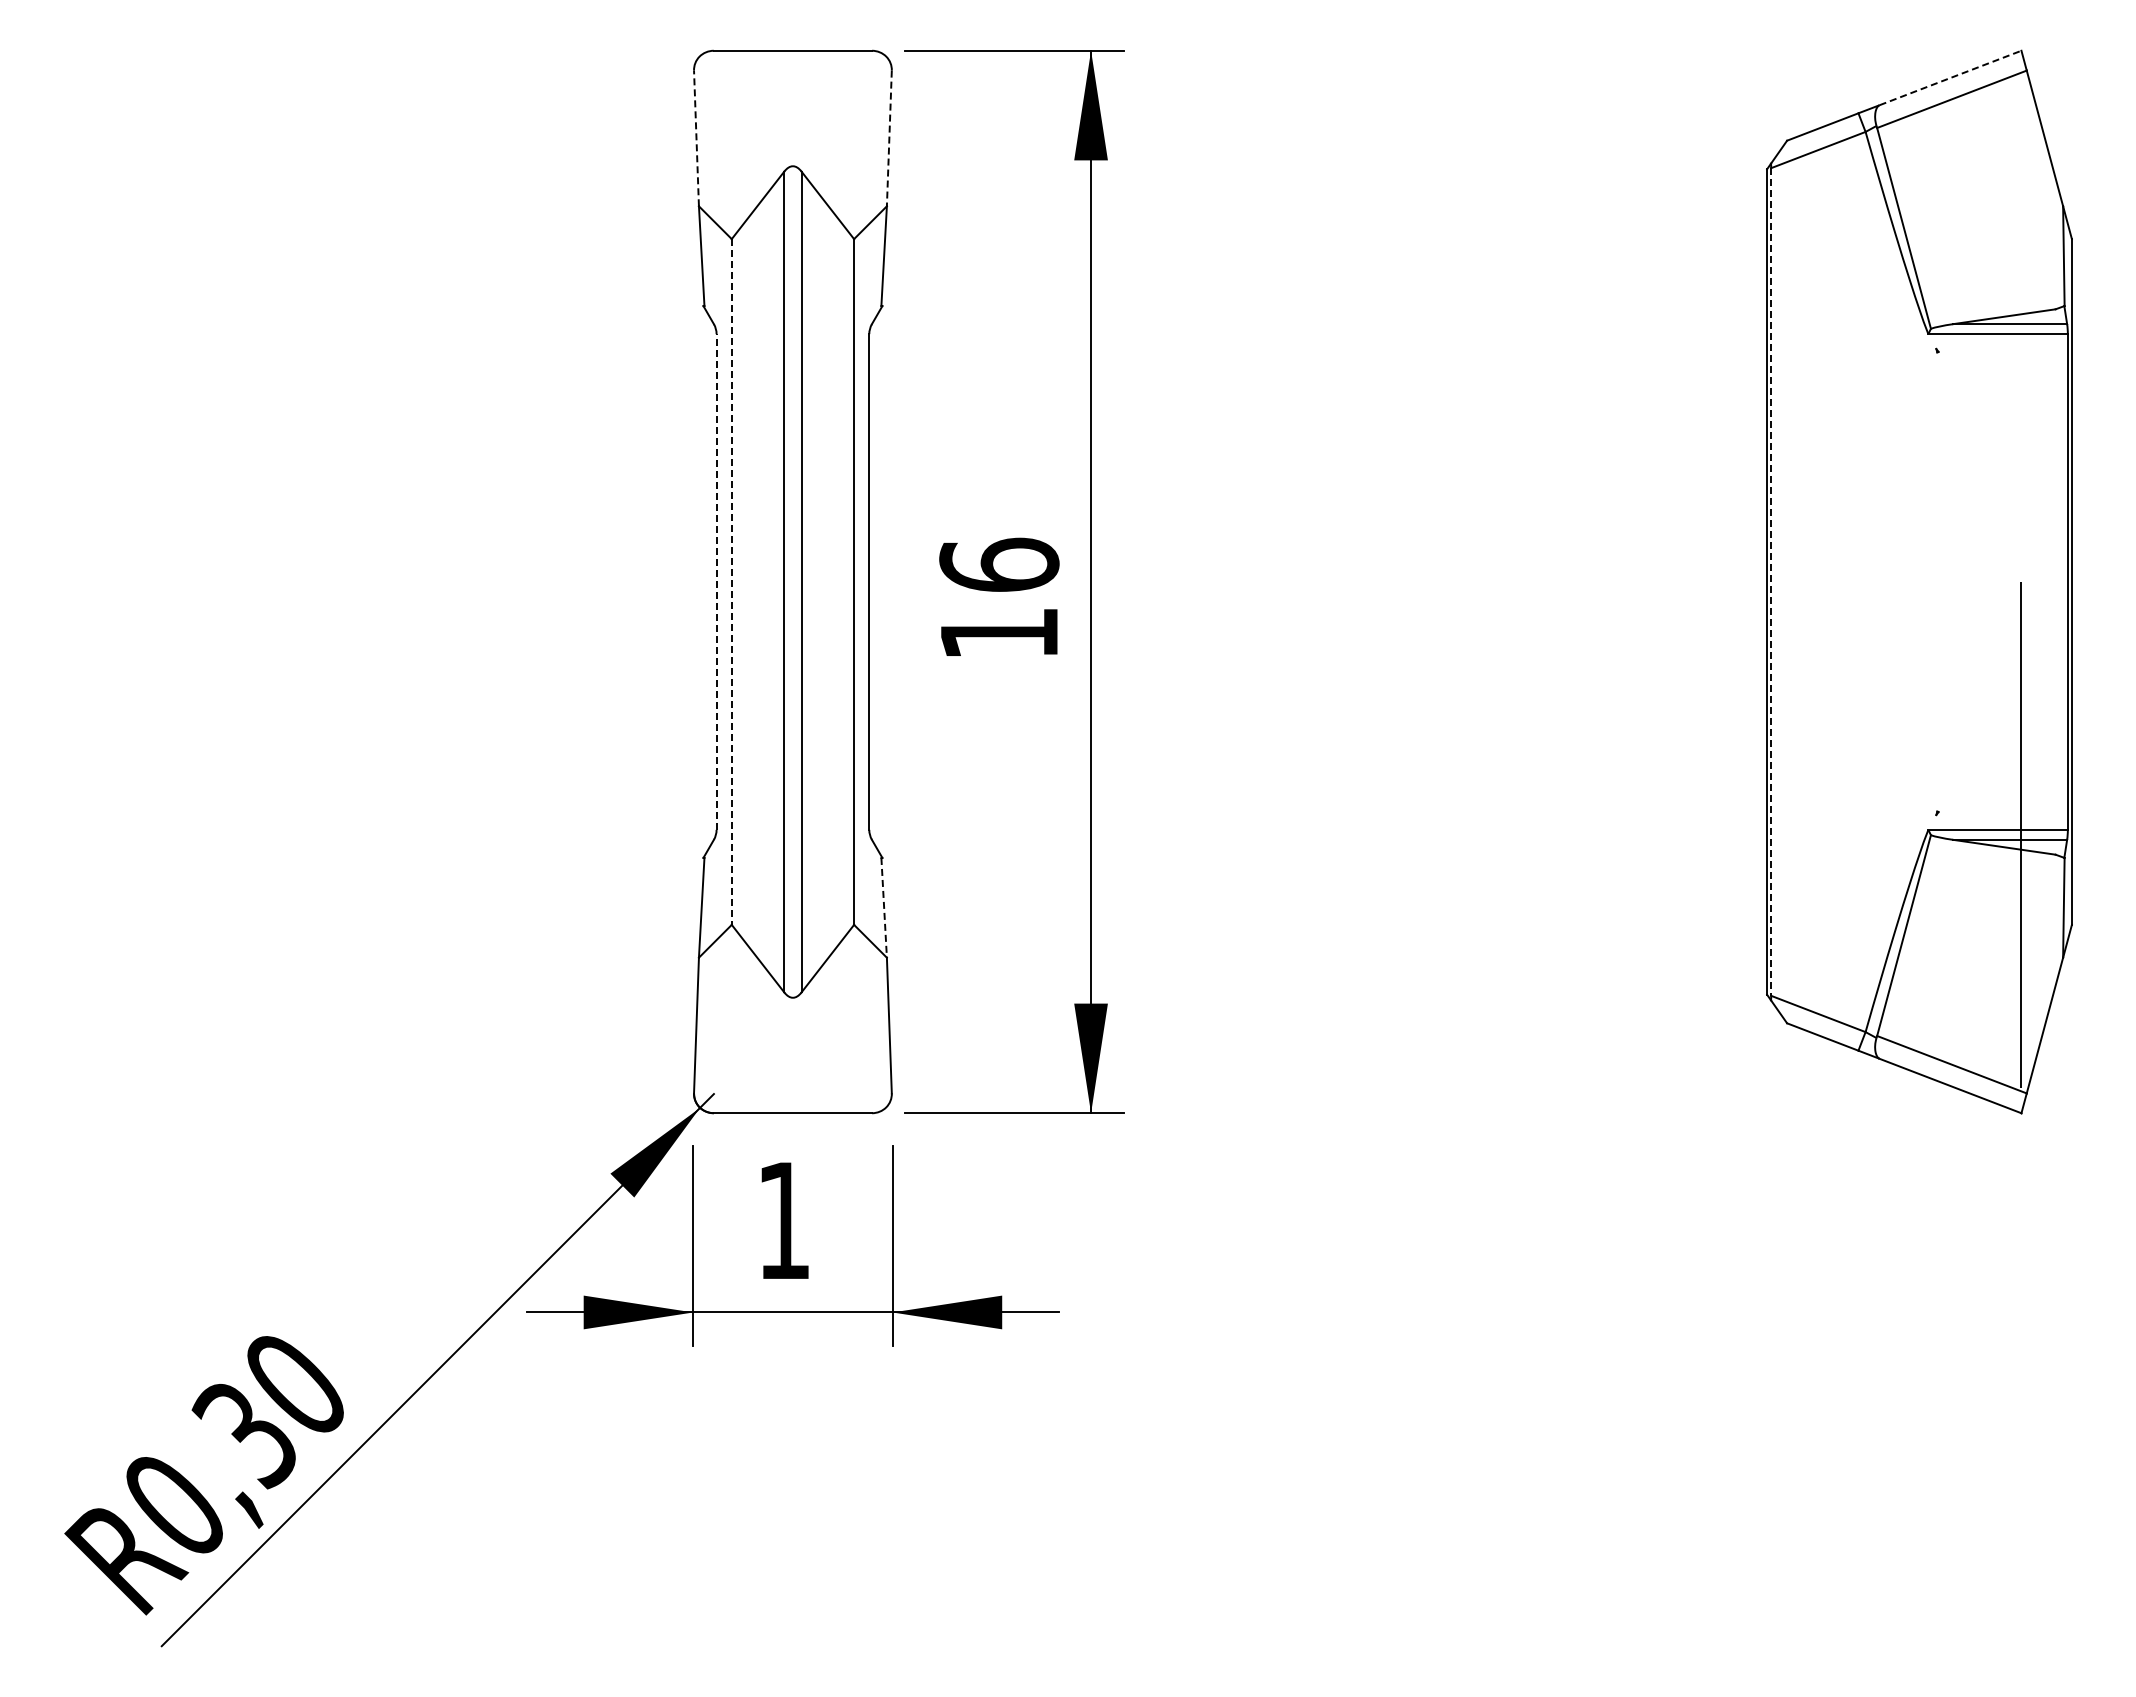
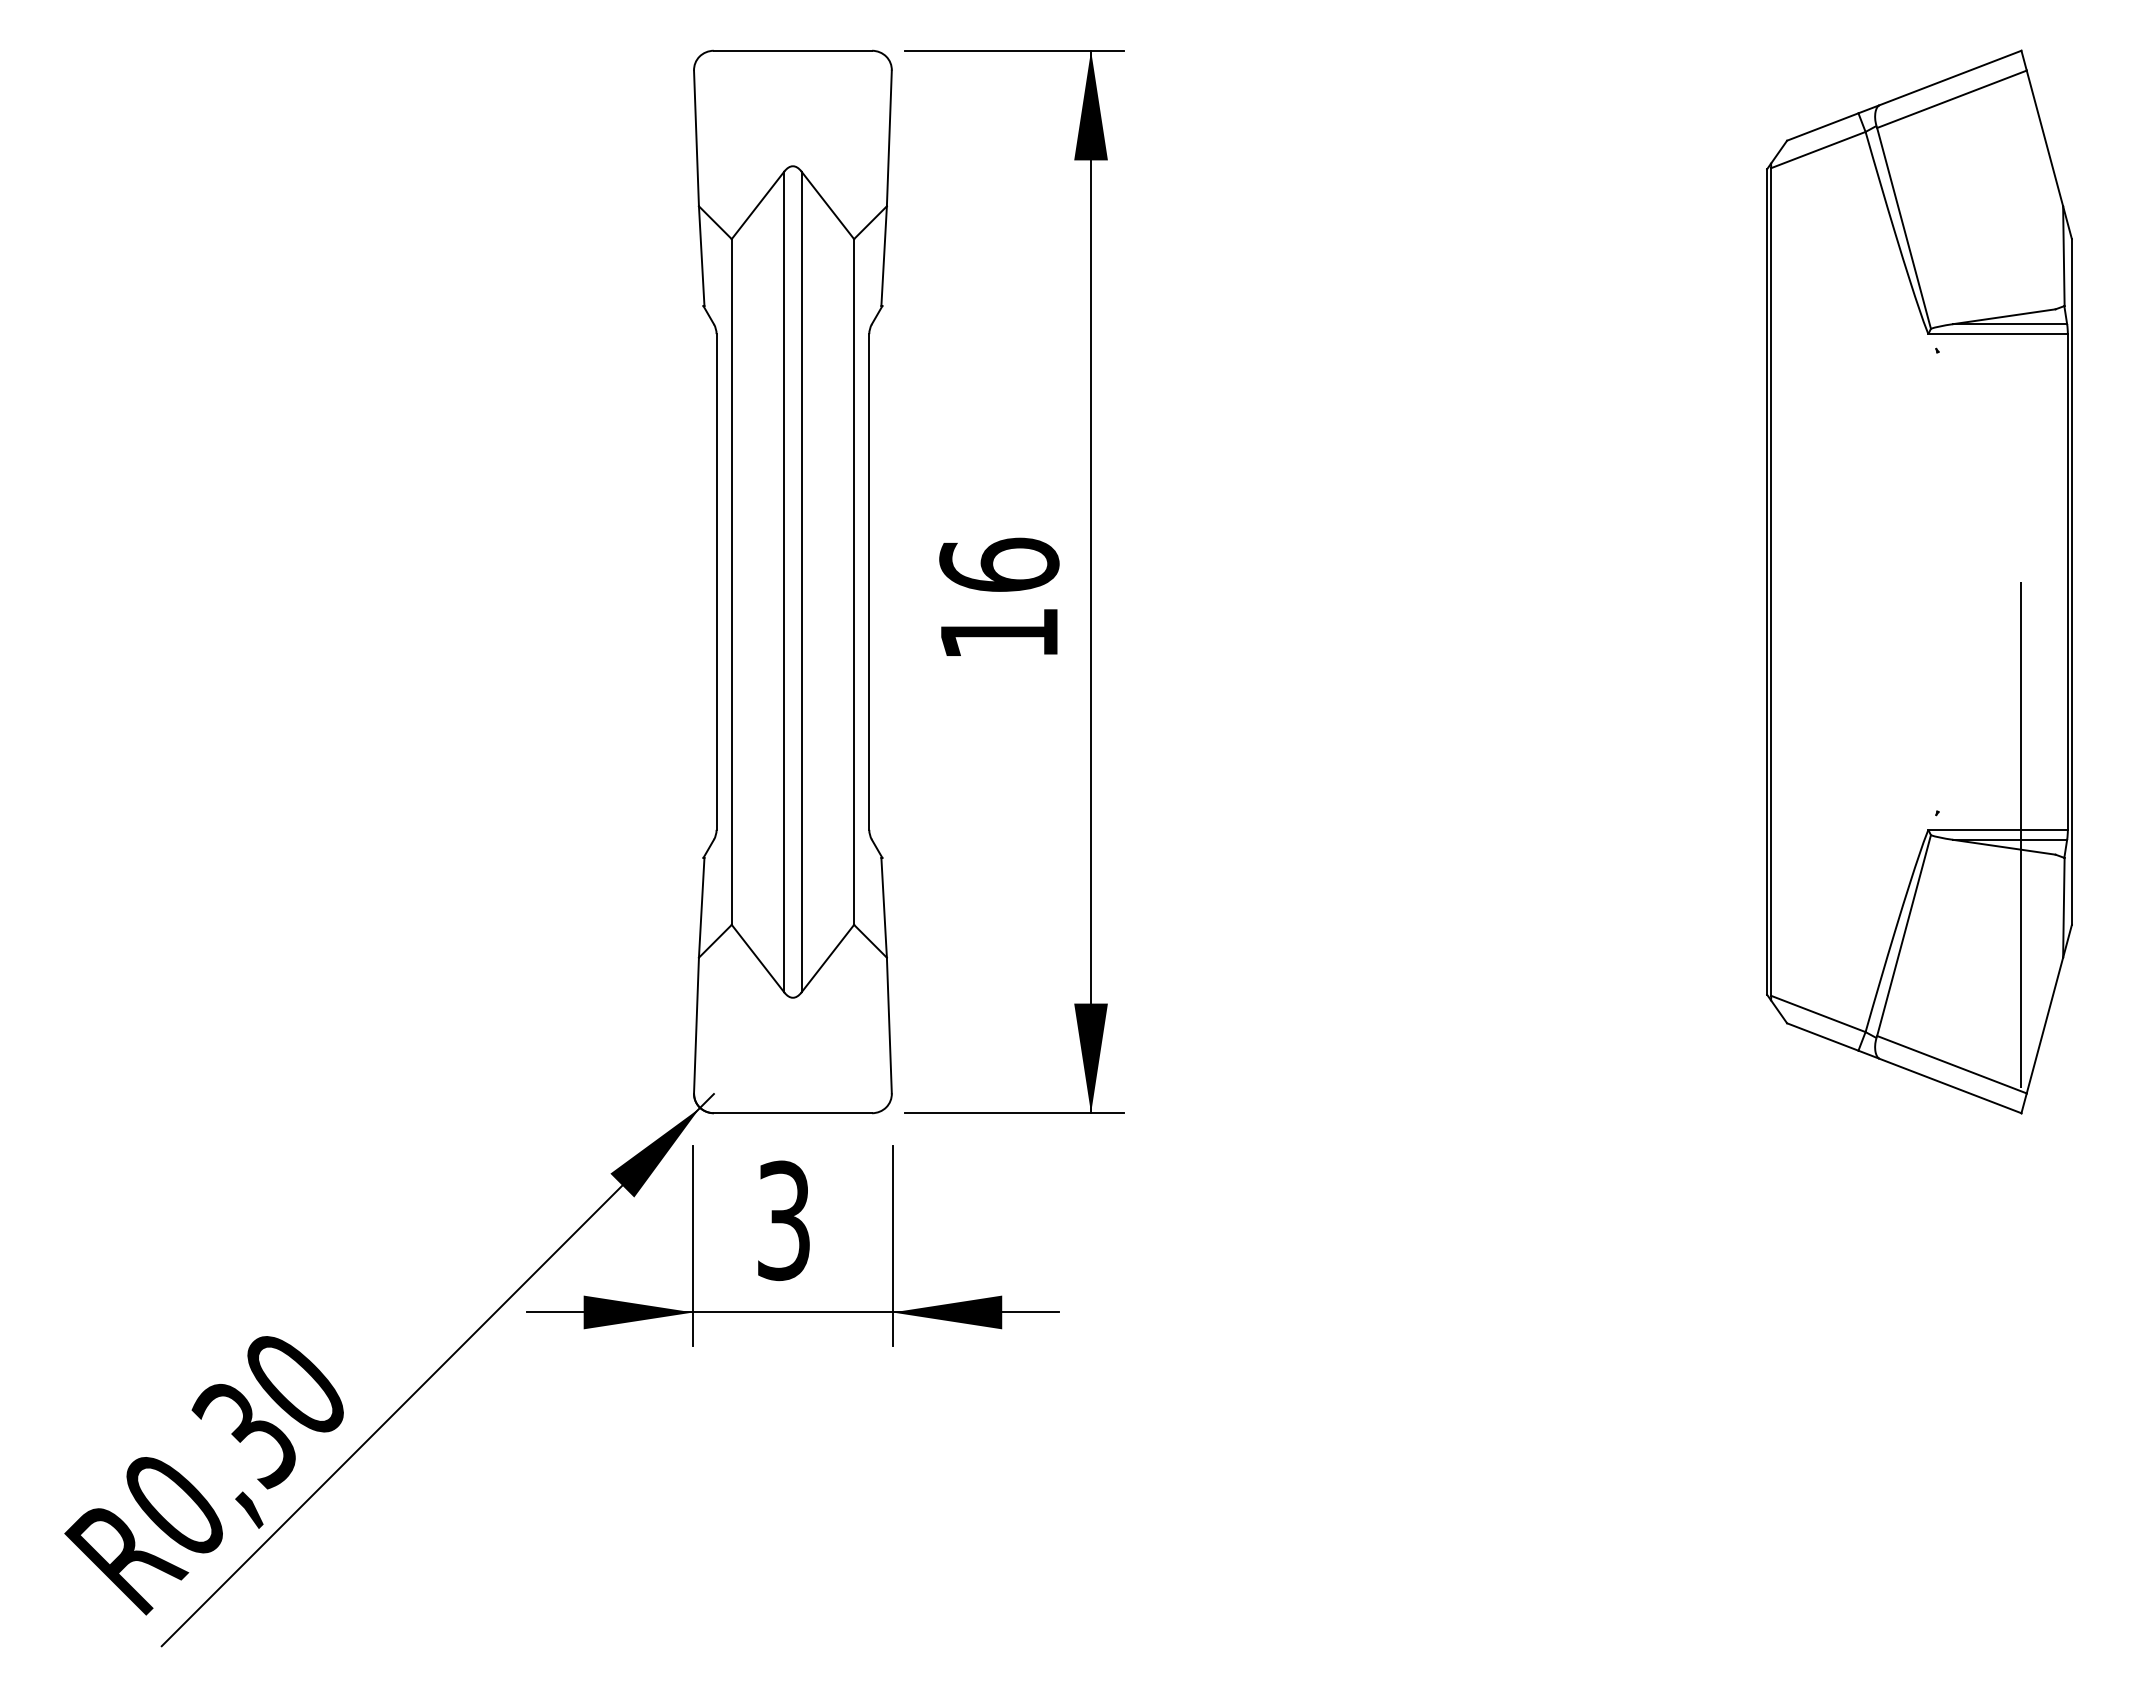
line at (1950, 77): dashed -> solid
line at (696, 138): dashed -> solid
line at (889, 138): dashed -> solid
line at (716, 582): dashed -> solid
line at (731, 582): dashed -> solid
line at (1771, 582): dashed -> solid
line at (884, 907): dashed -> solid
text at (783, 1220): 1 -> 3
